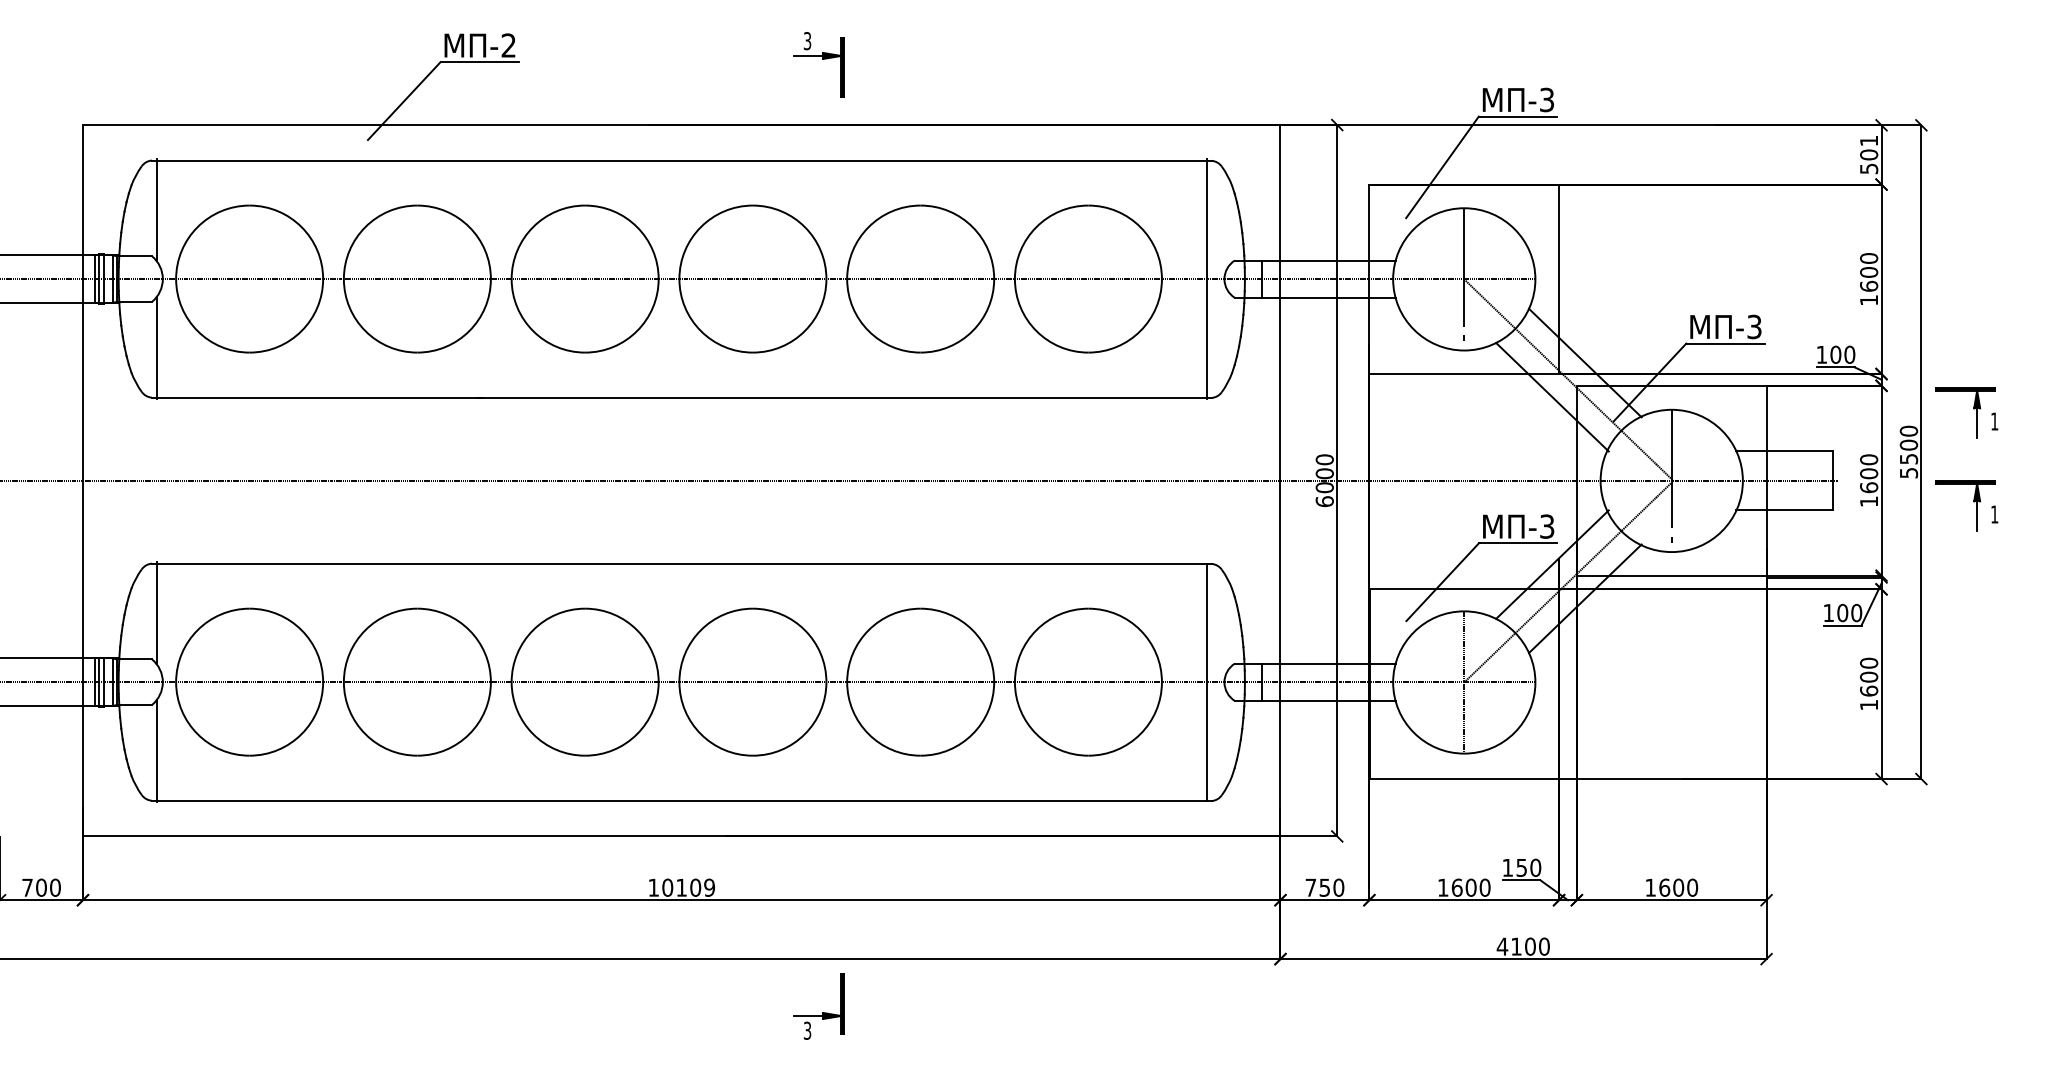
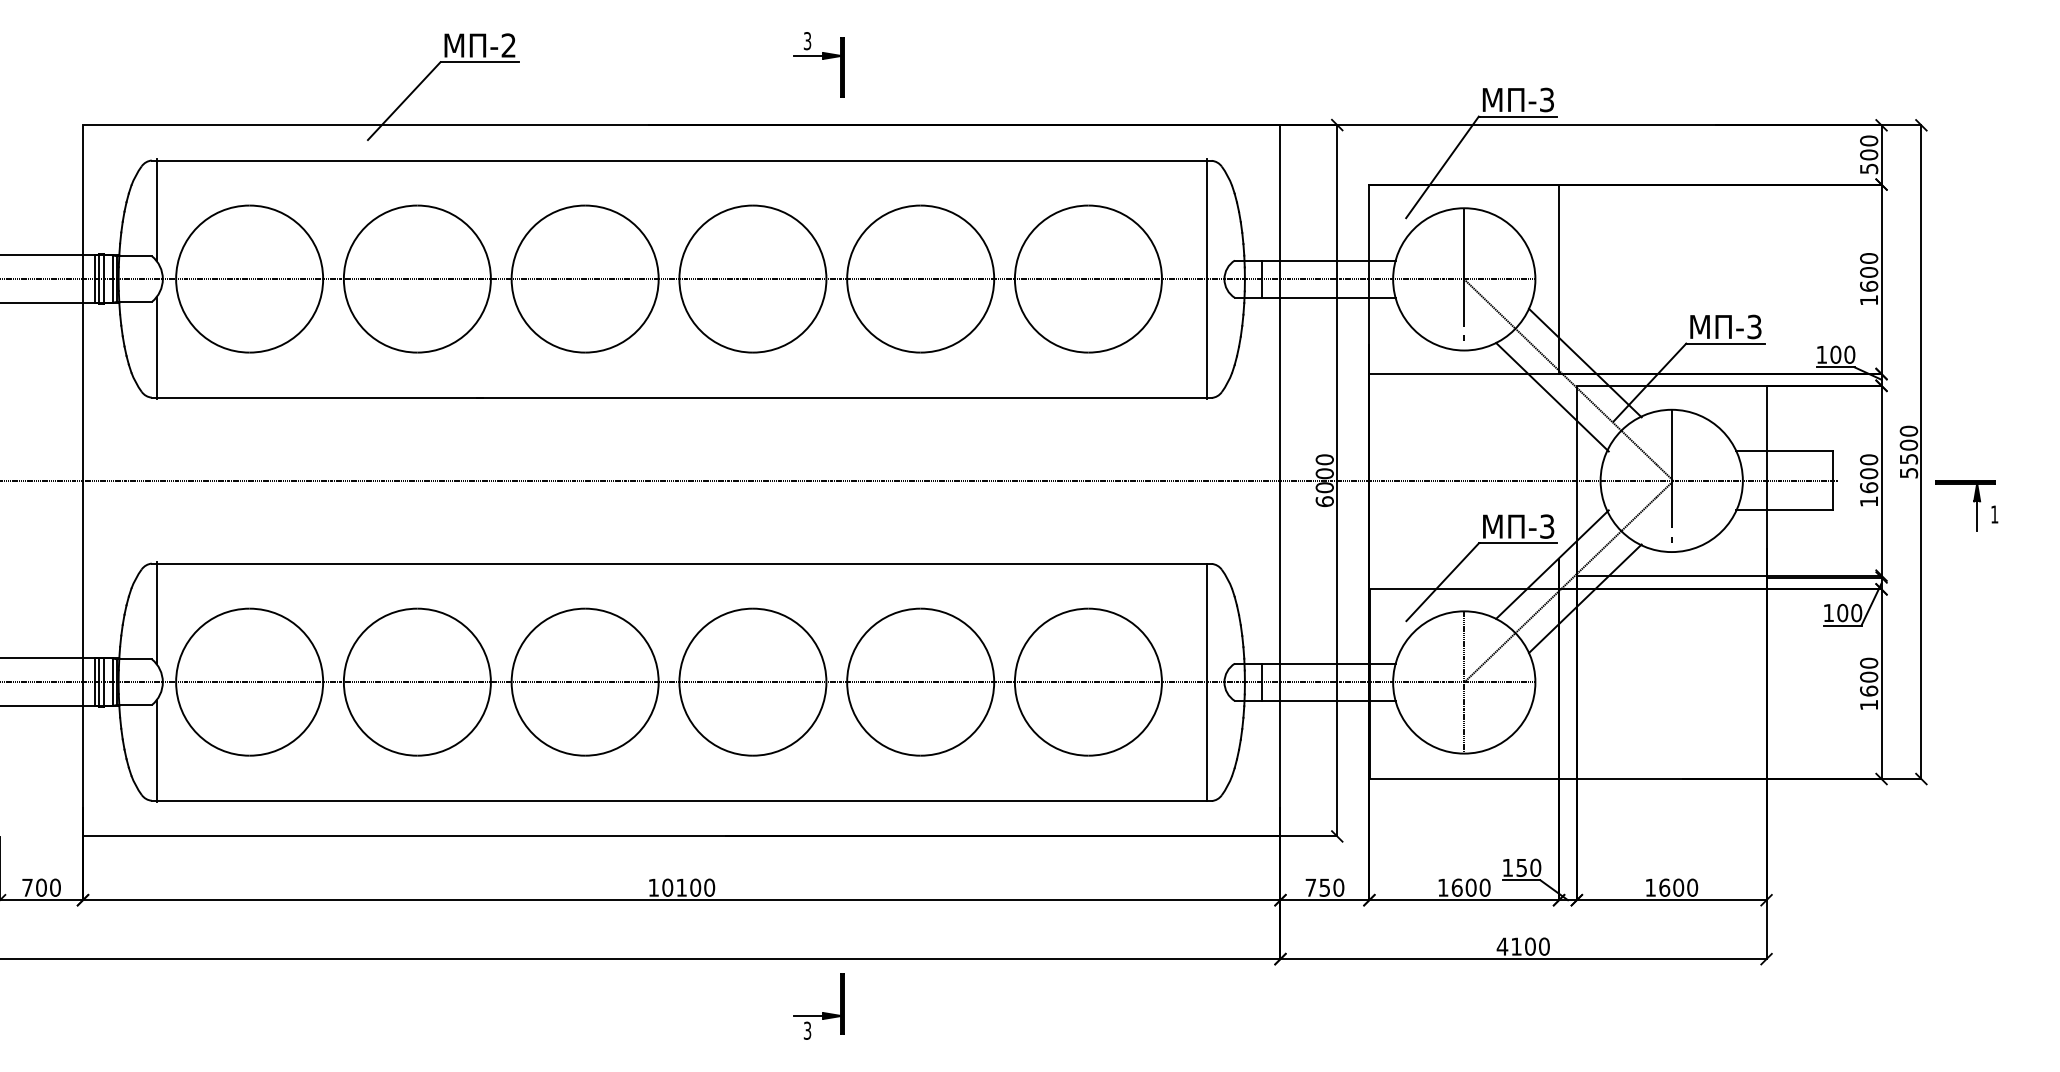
text at (1869, 140): 501 -> 500
part at (1973, 409): present -> none
text at (709, 887): 10109 -> 10100
